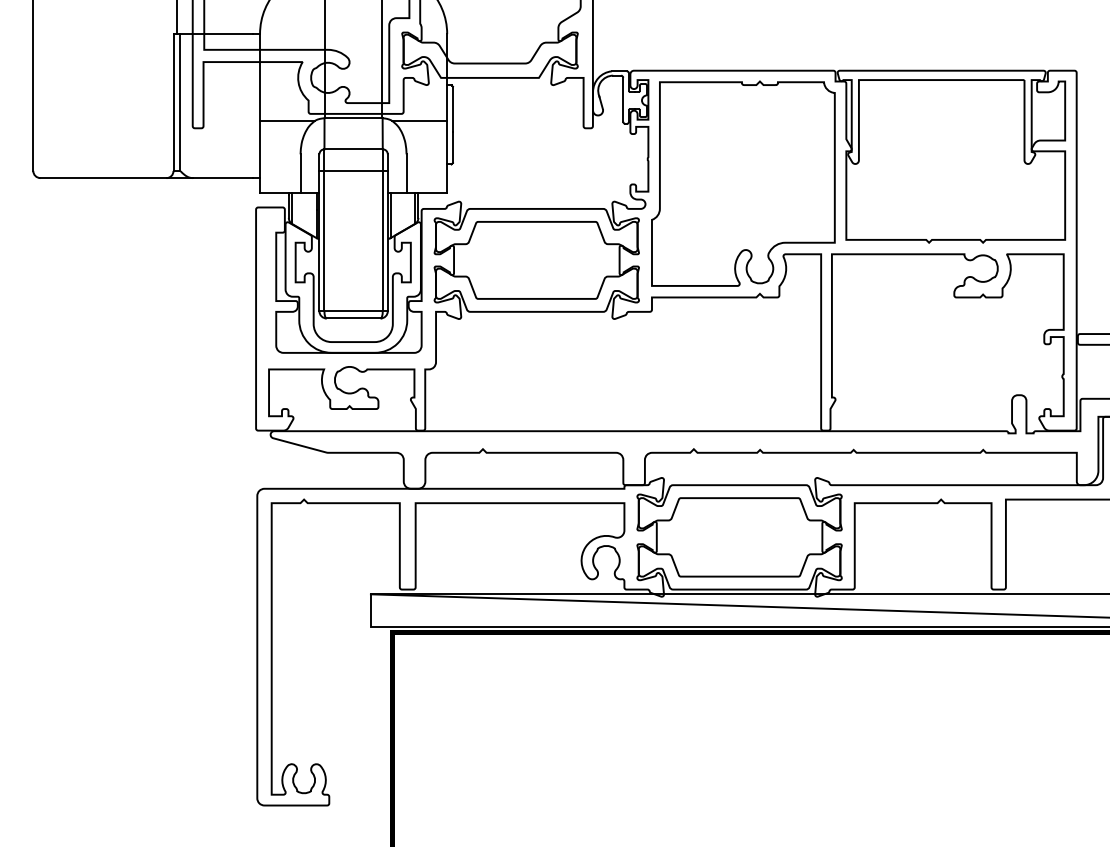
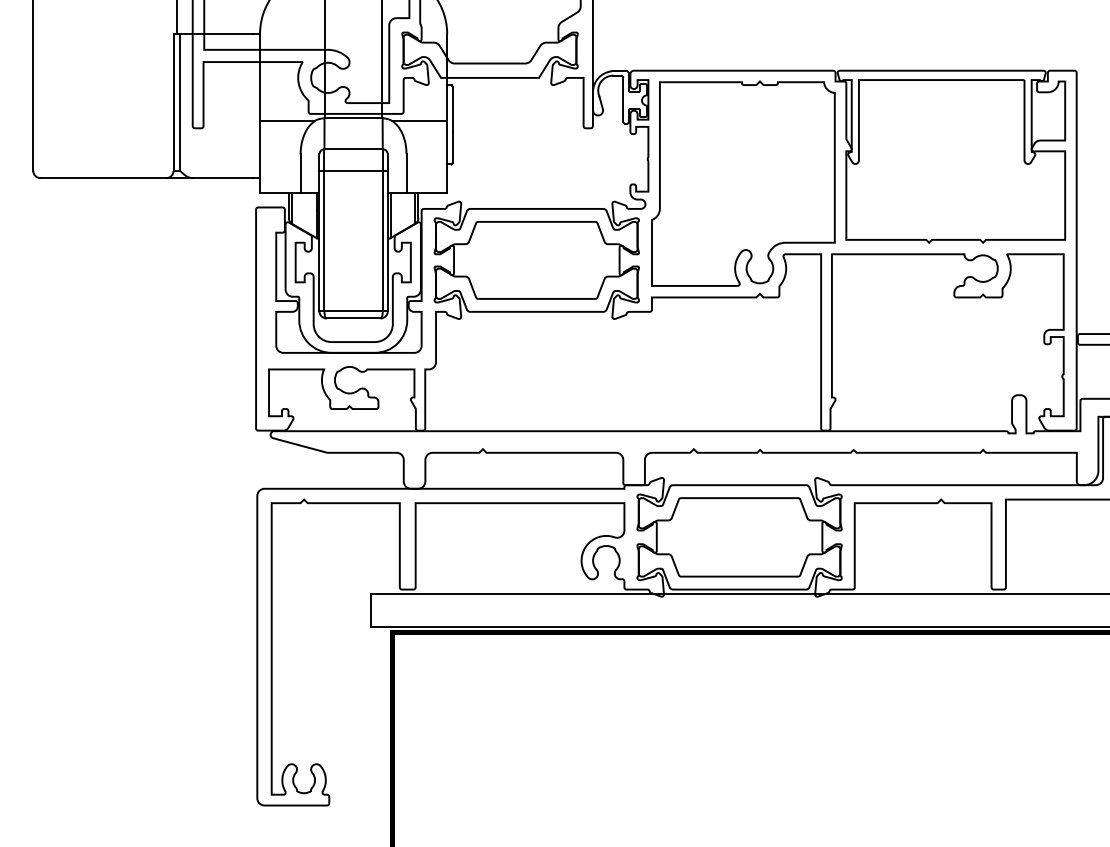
line at (738, 605): present -> none
